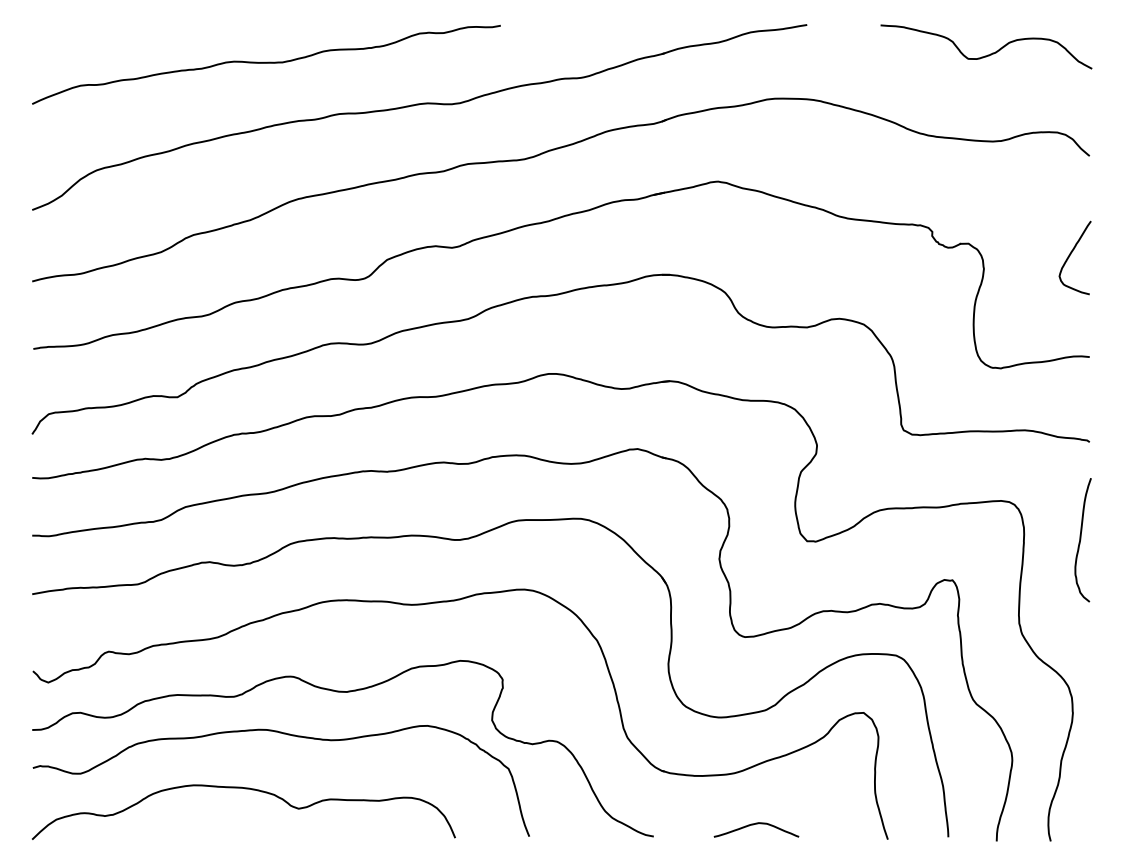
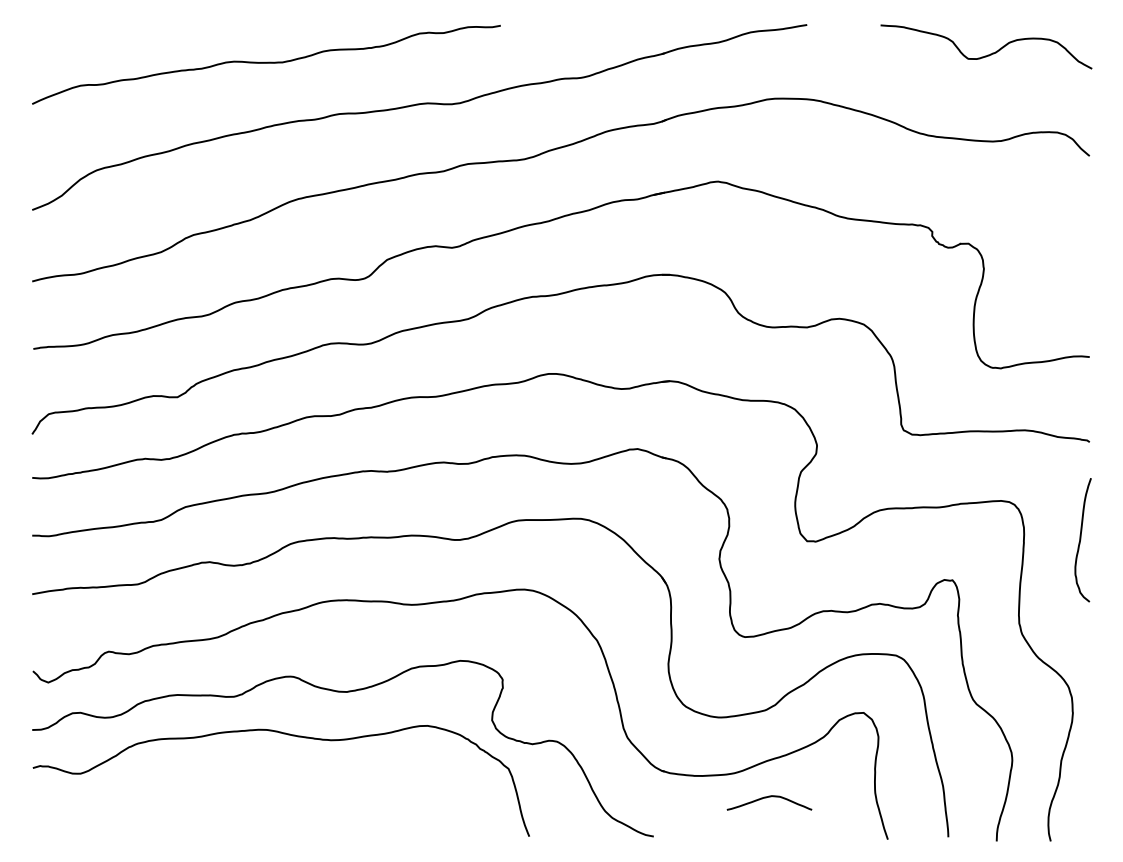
curve at (1071, 254): present -> none
curve at (245, 789): present -> none
curve at (756, 824) position: (756, 824) -> (769, 797)
